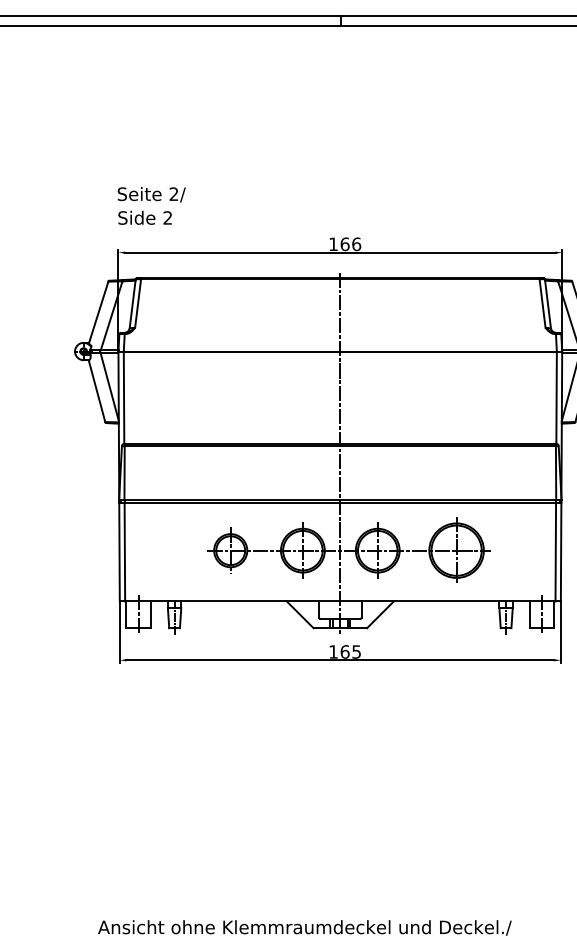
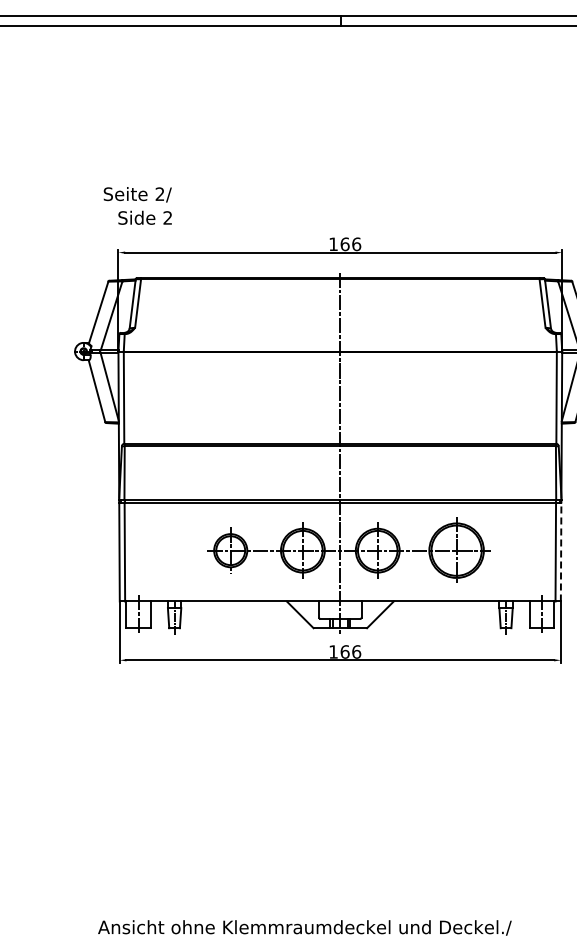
text at (151, 194) position: (151, 194) -> (137, 194)
line at (561, 551): solid -> dashed
text at (356, 651): 165 -> 166
